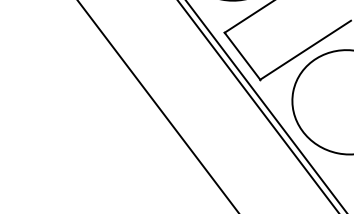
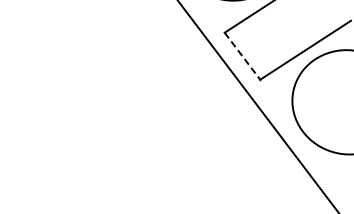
line at (242, 56): solid -> dashed
line at (157, 106): present -> none
line at (266, 106): present -> none
